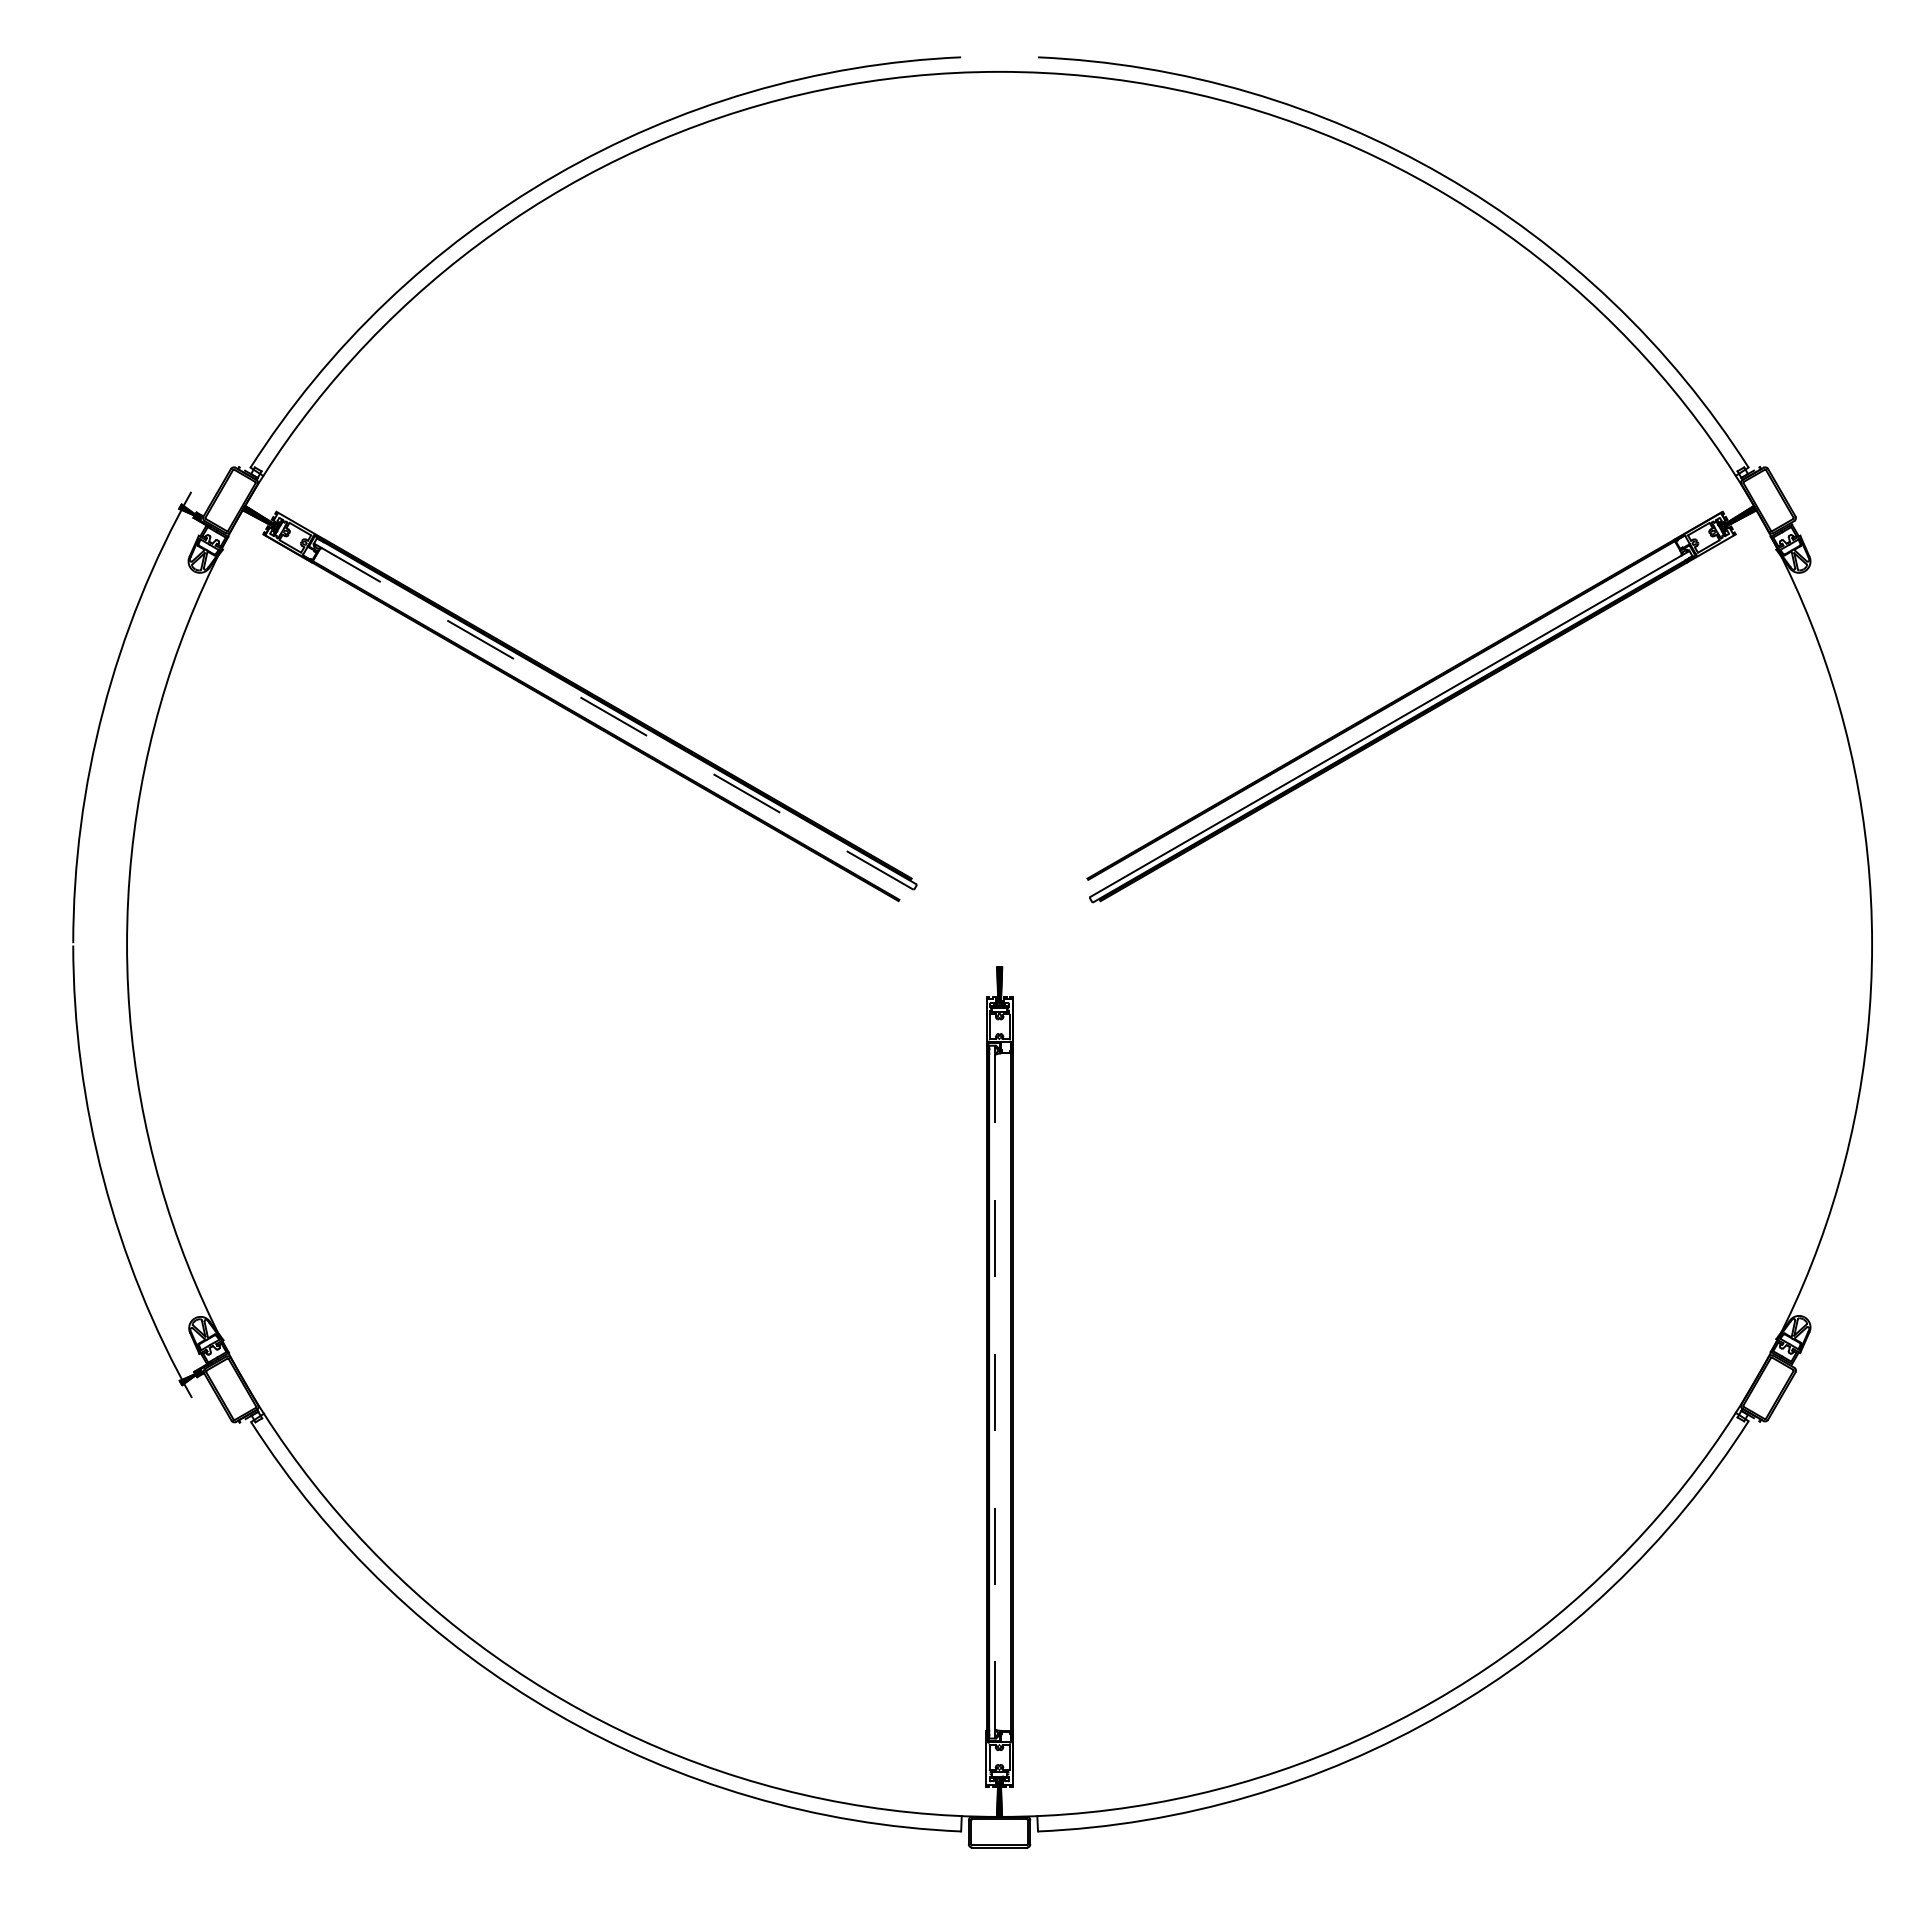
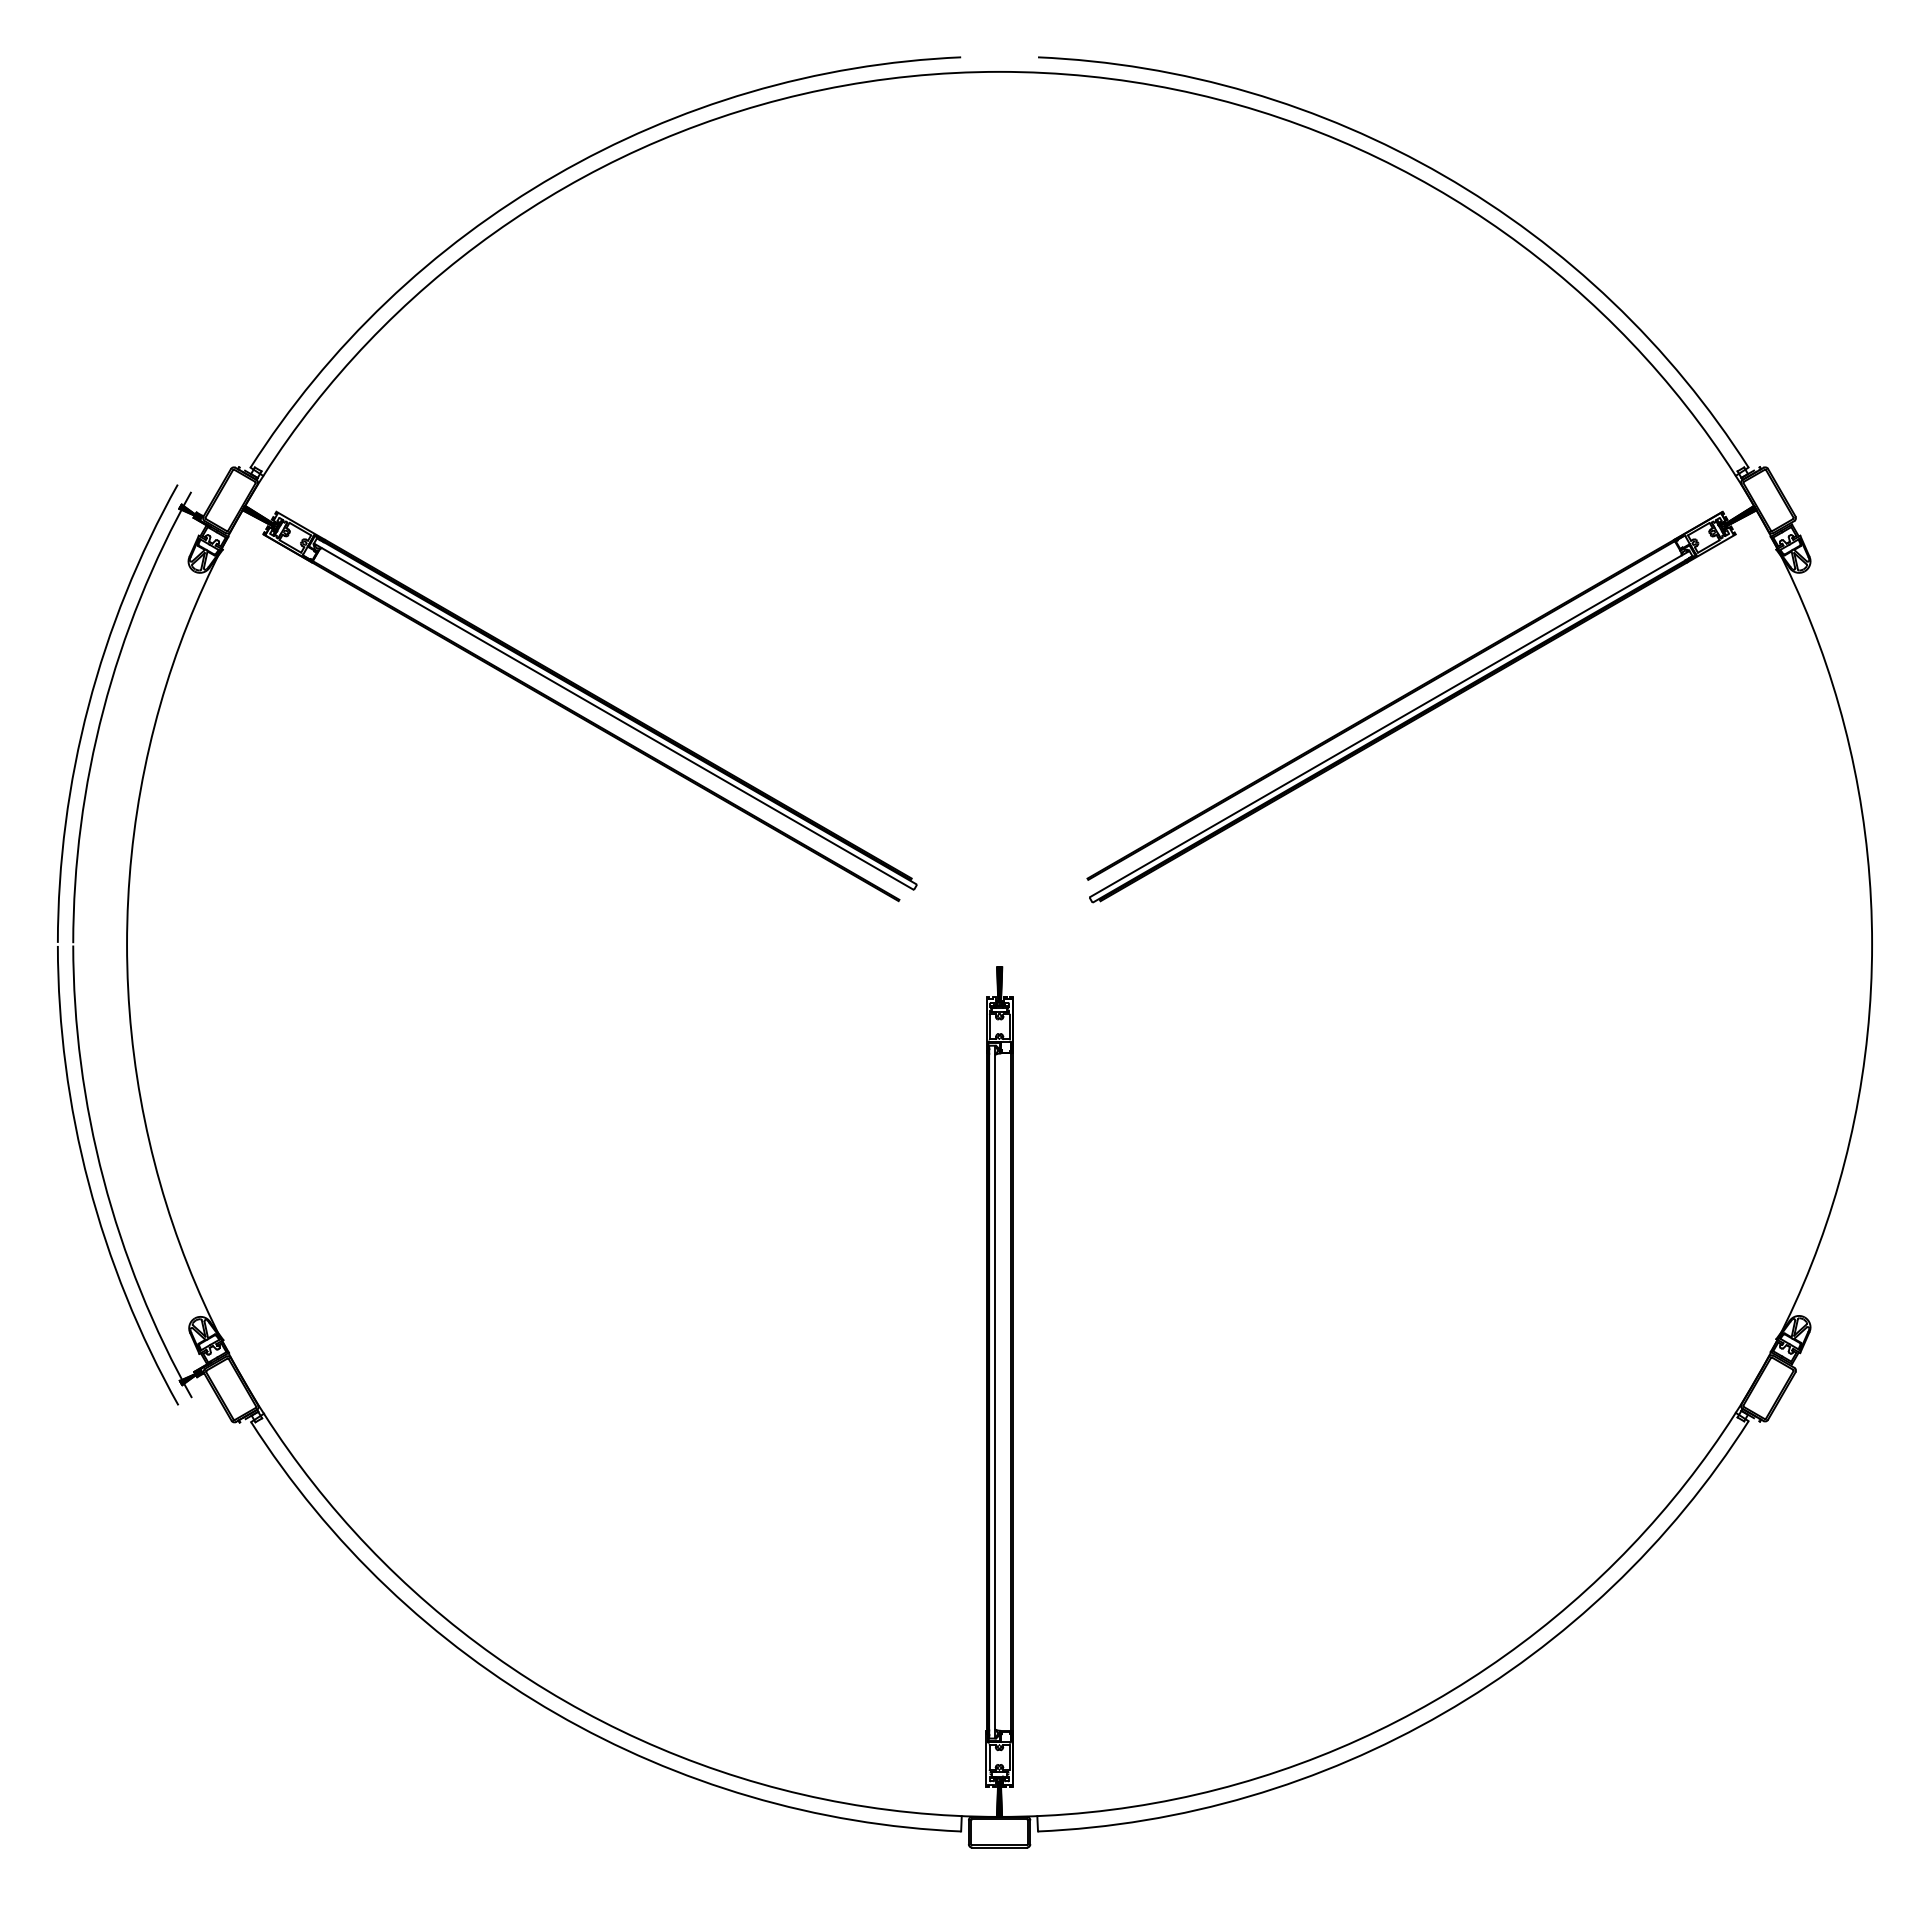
line at (614, 716): dashed -> solid
part at (58, 942): none -> present
line at (995, 1392): dashed -> solid
